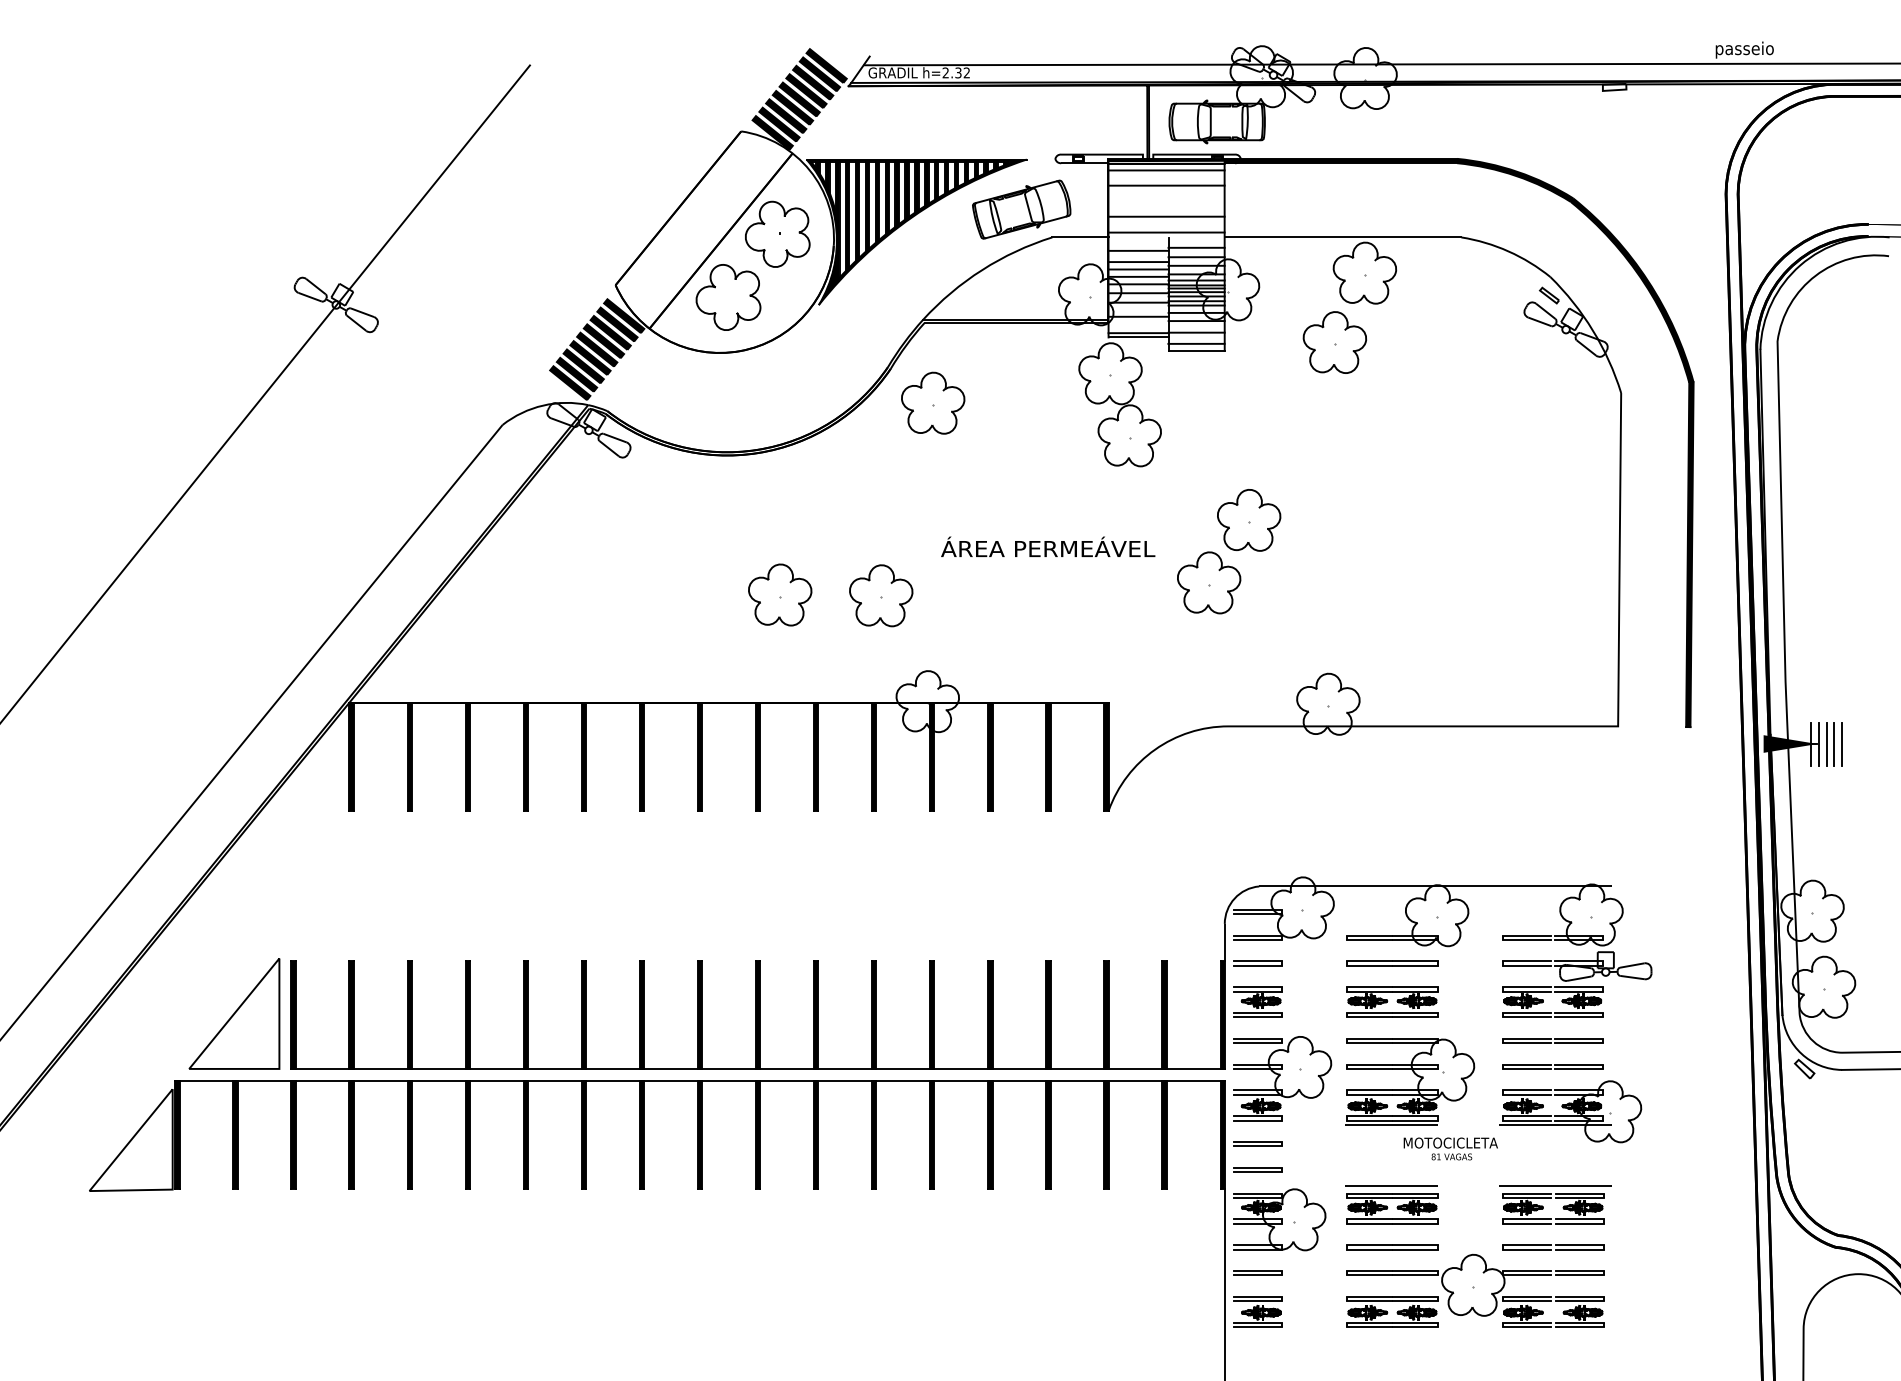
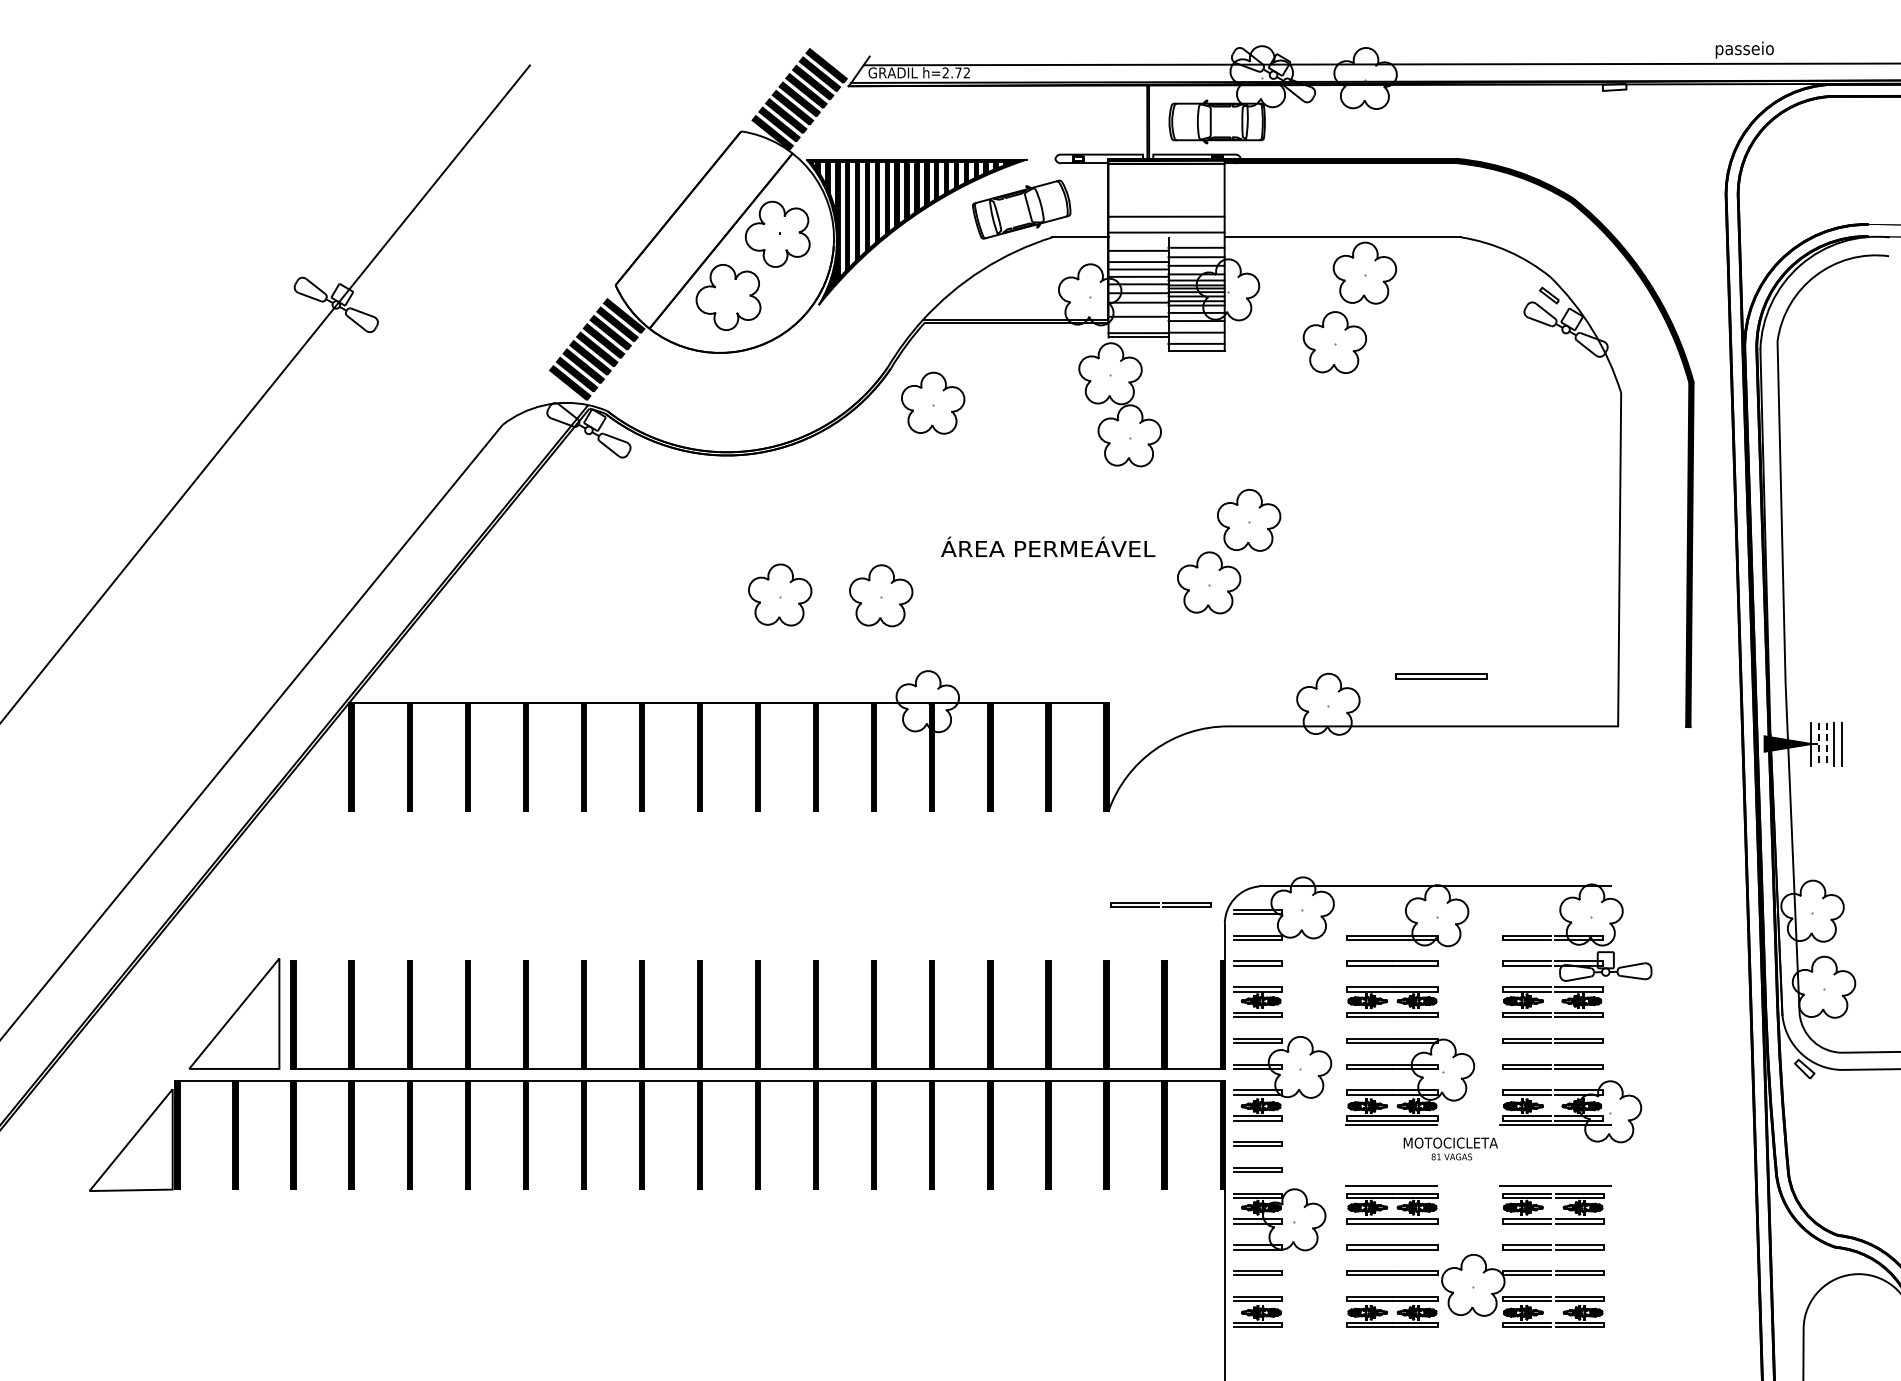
text at (958, 72): h=2.32 -> h=2.72
line at (1166, 170): present -> none
line at (1166, 185): present -> none
part at (1441, 676): none -> present
line at (1818, 744): solid -> dashed
line at (1826, 744): solid -> dashed
part at (1160, 904): none -> present
